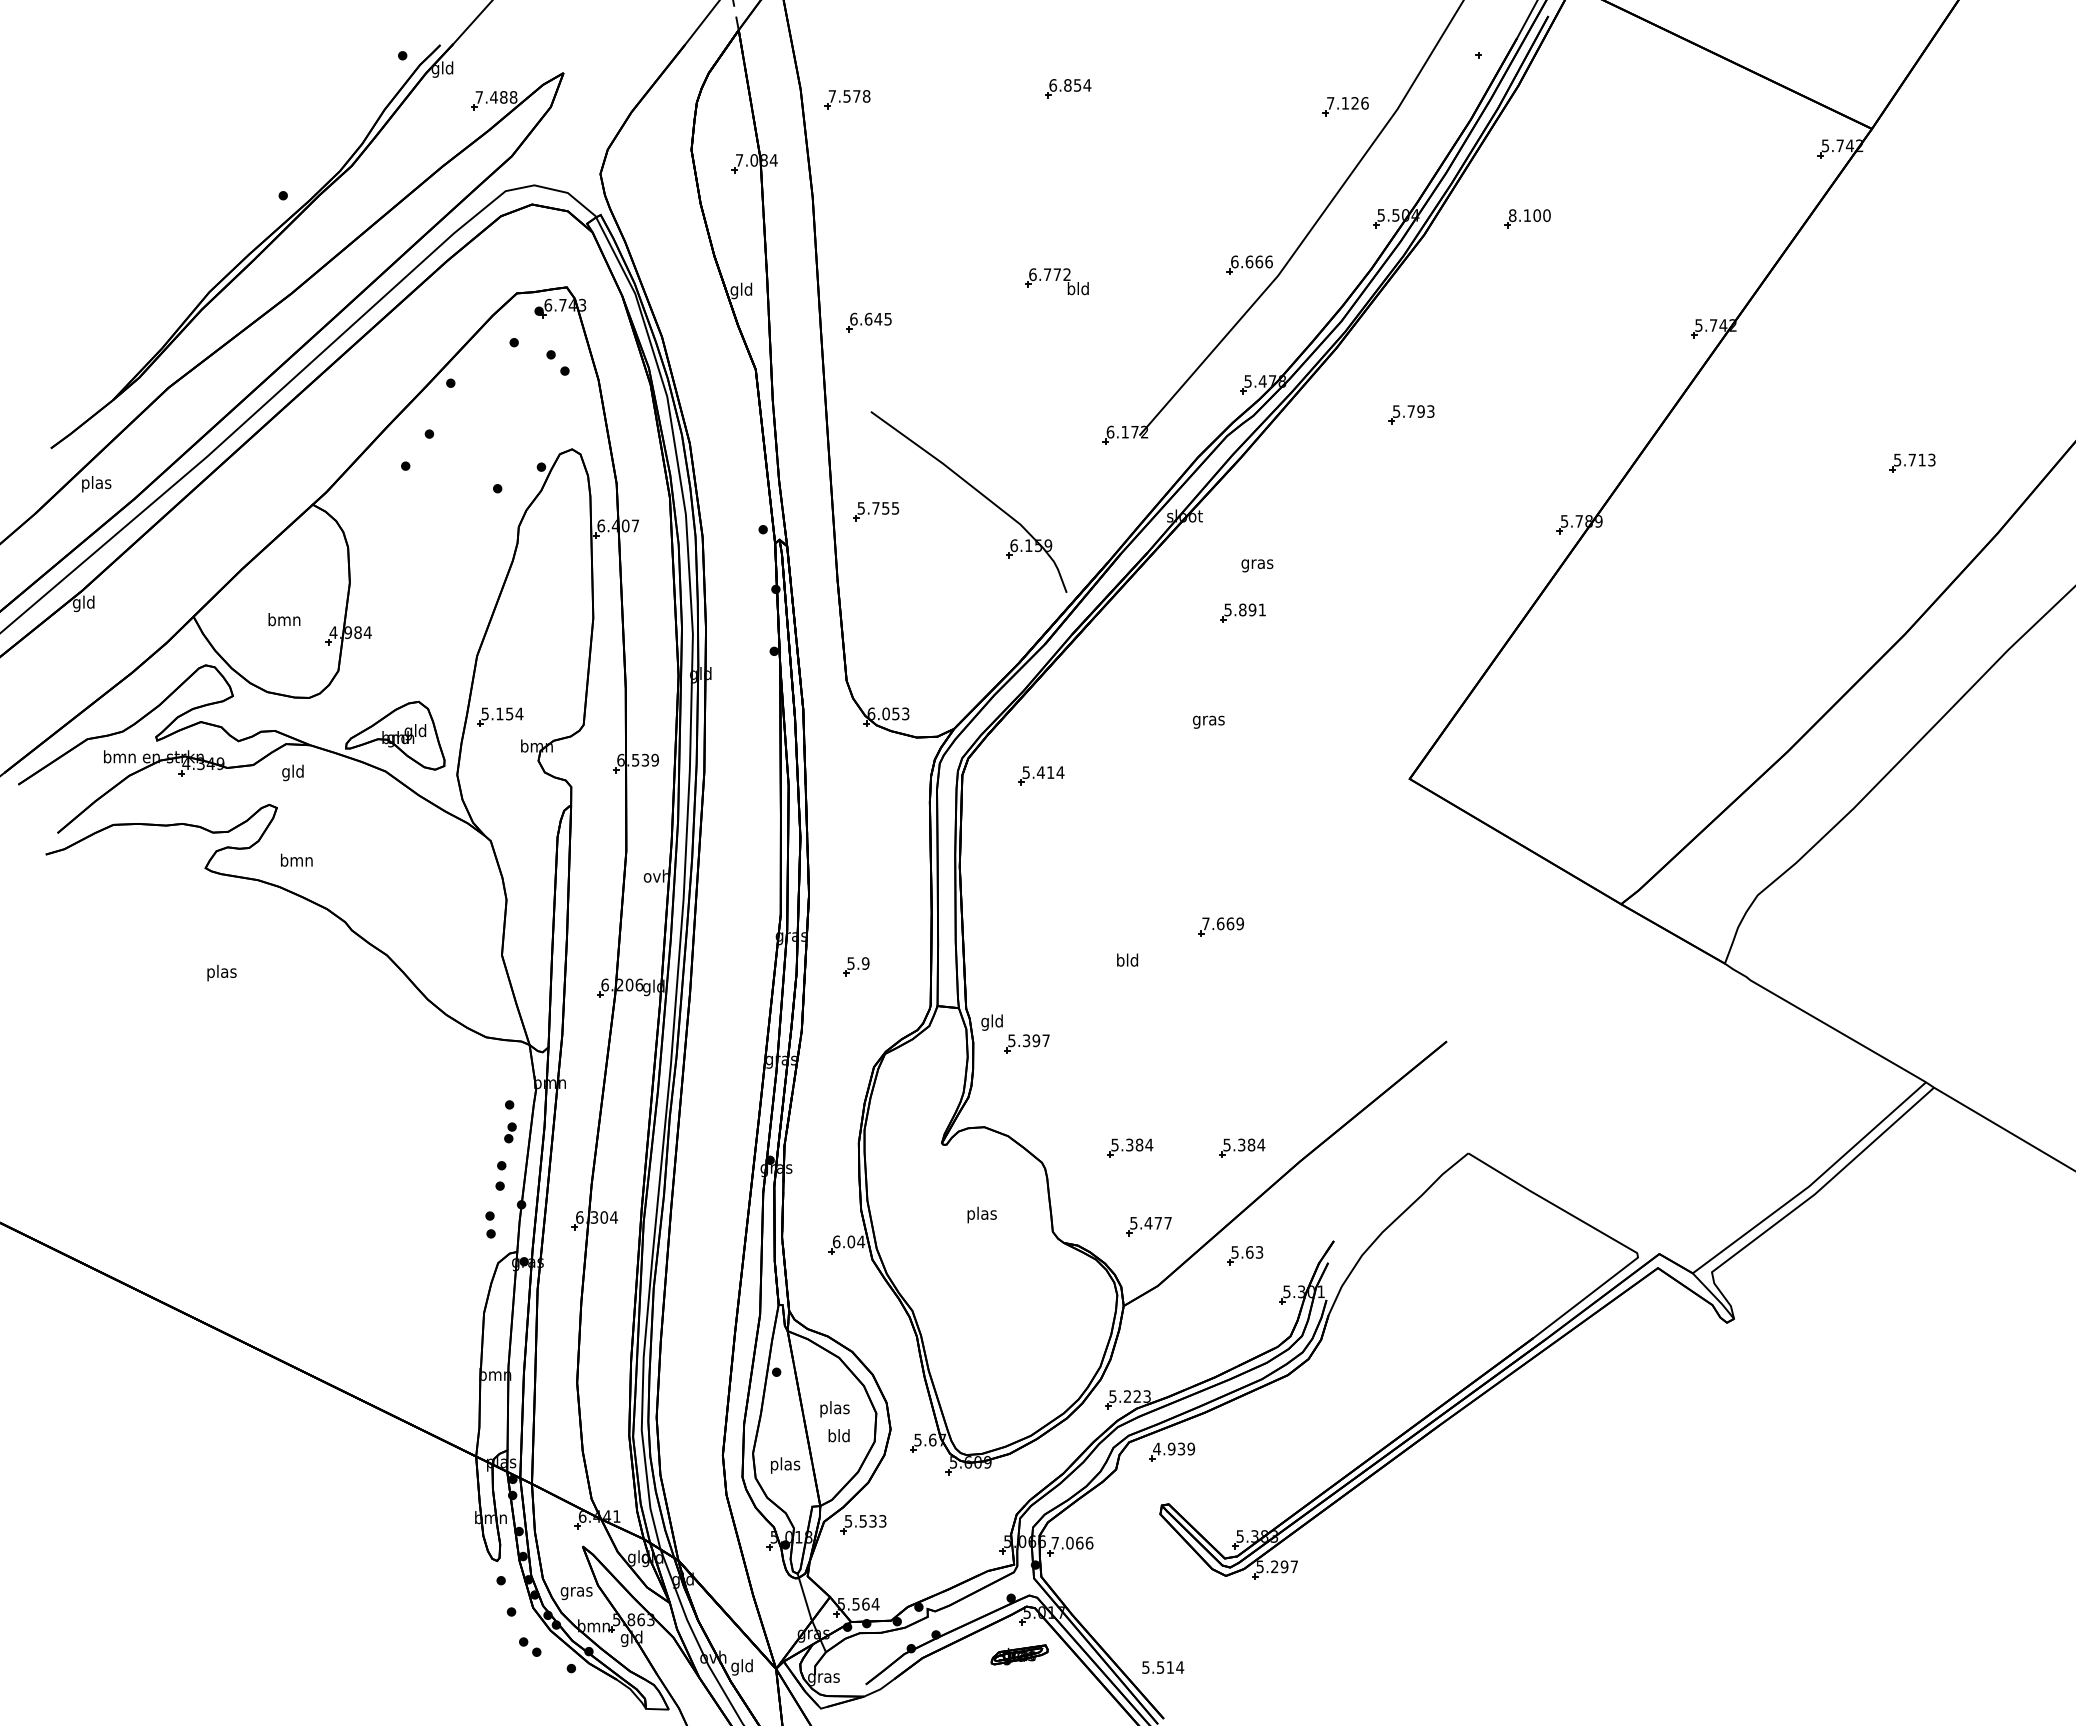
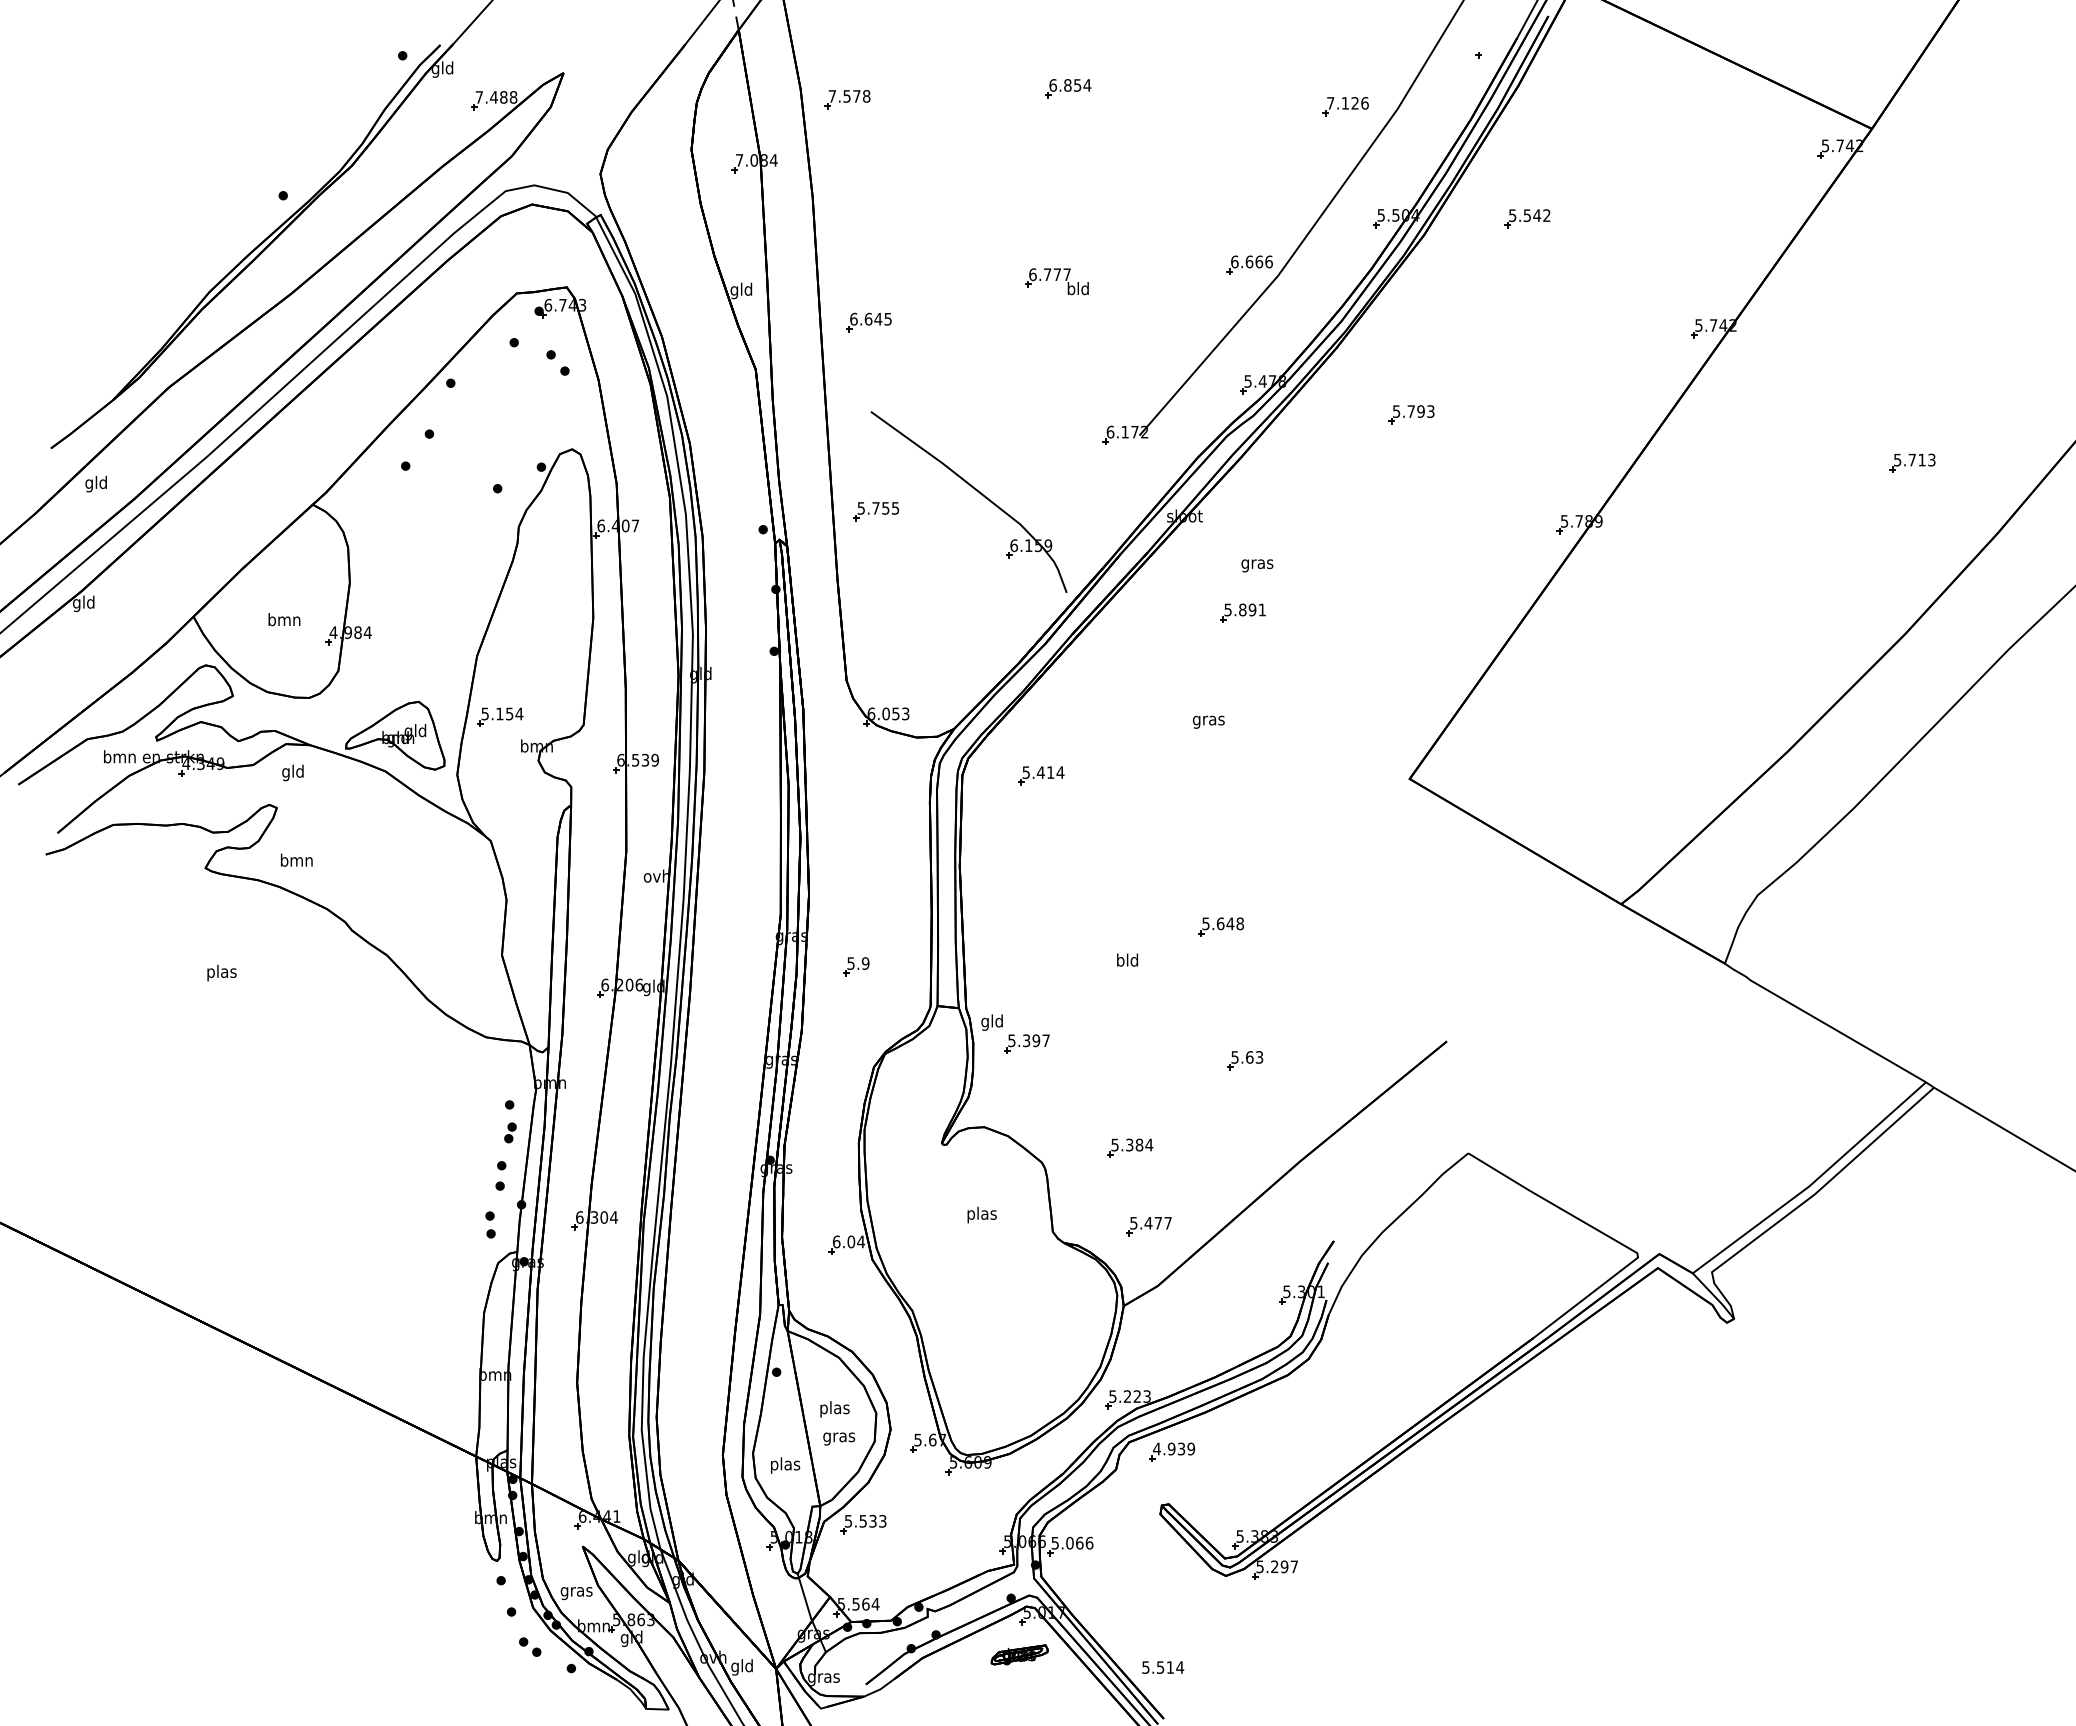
text at (1529, 215): 8.100 -> 5.542
text at (1066, 274): 6.772 -> 6.777
text at (96, 484): plas -> gld
text at (1223, 923): 7.669 -> 5.648
part at (1242, 1147): present -> none
part at (1245, 1255) position: (1245, 1255) -> (1245, 1060)
text at (839, 1437): bld -> gras
text at (1054, 1543): 7.066 -> 5.066
